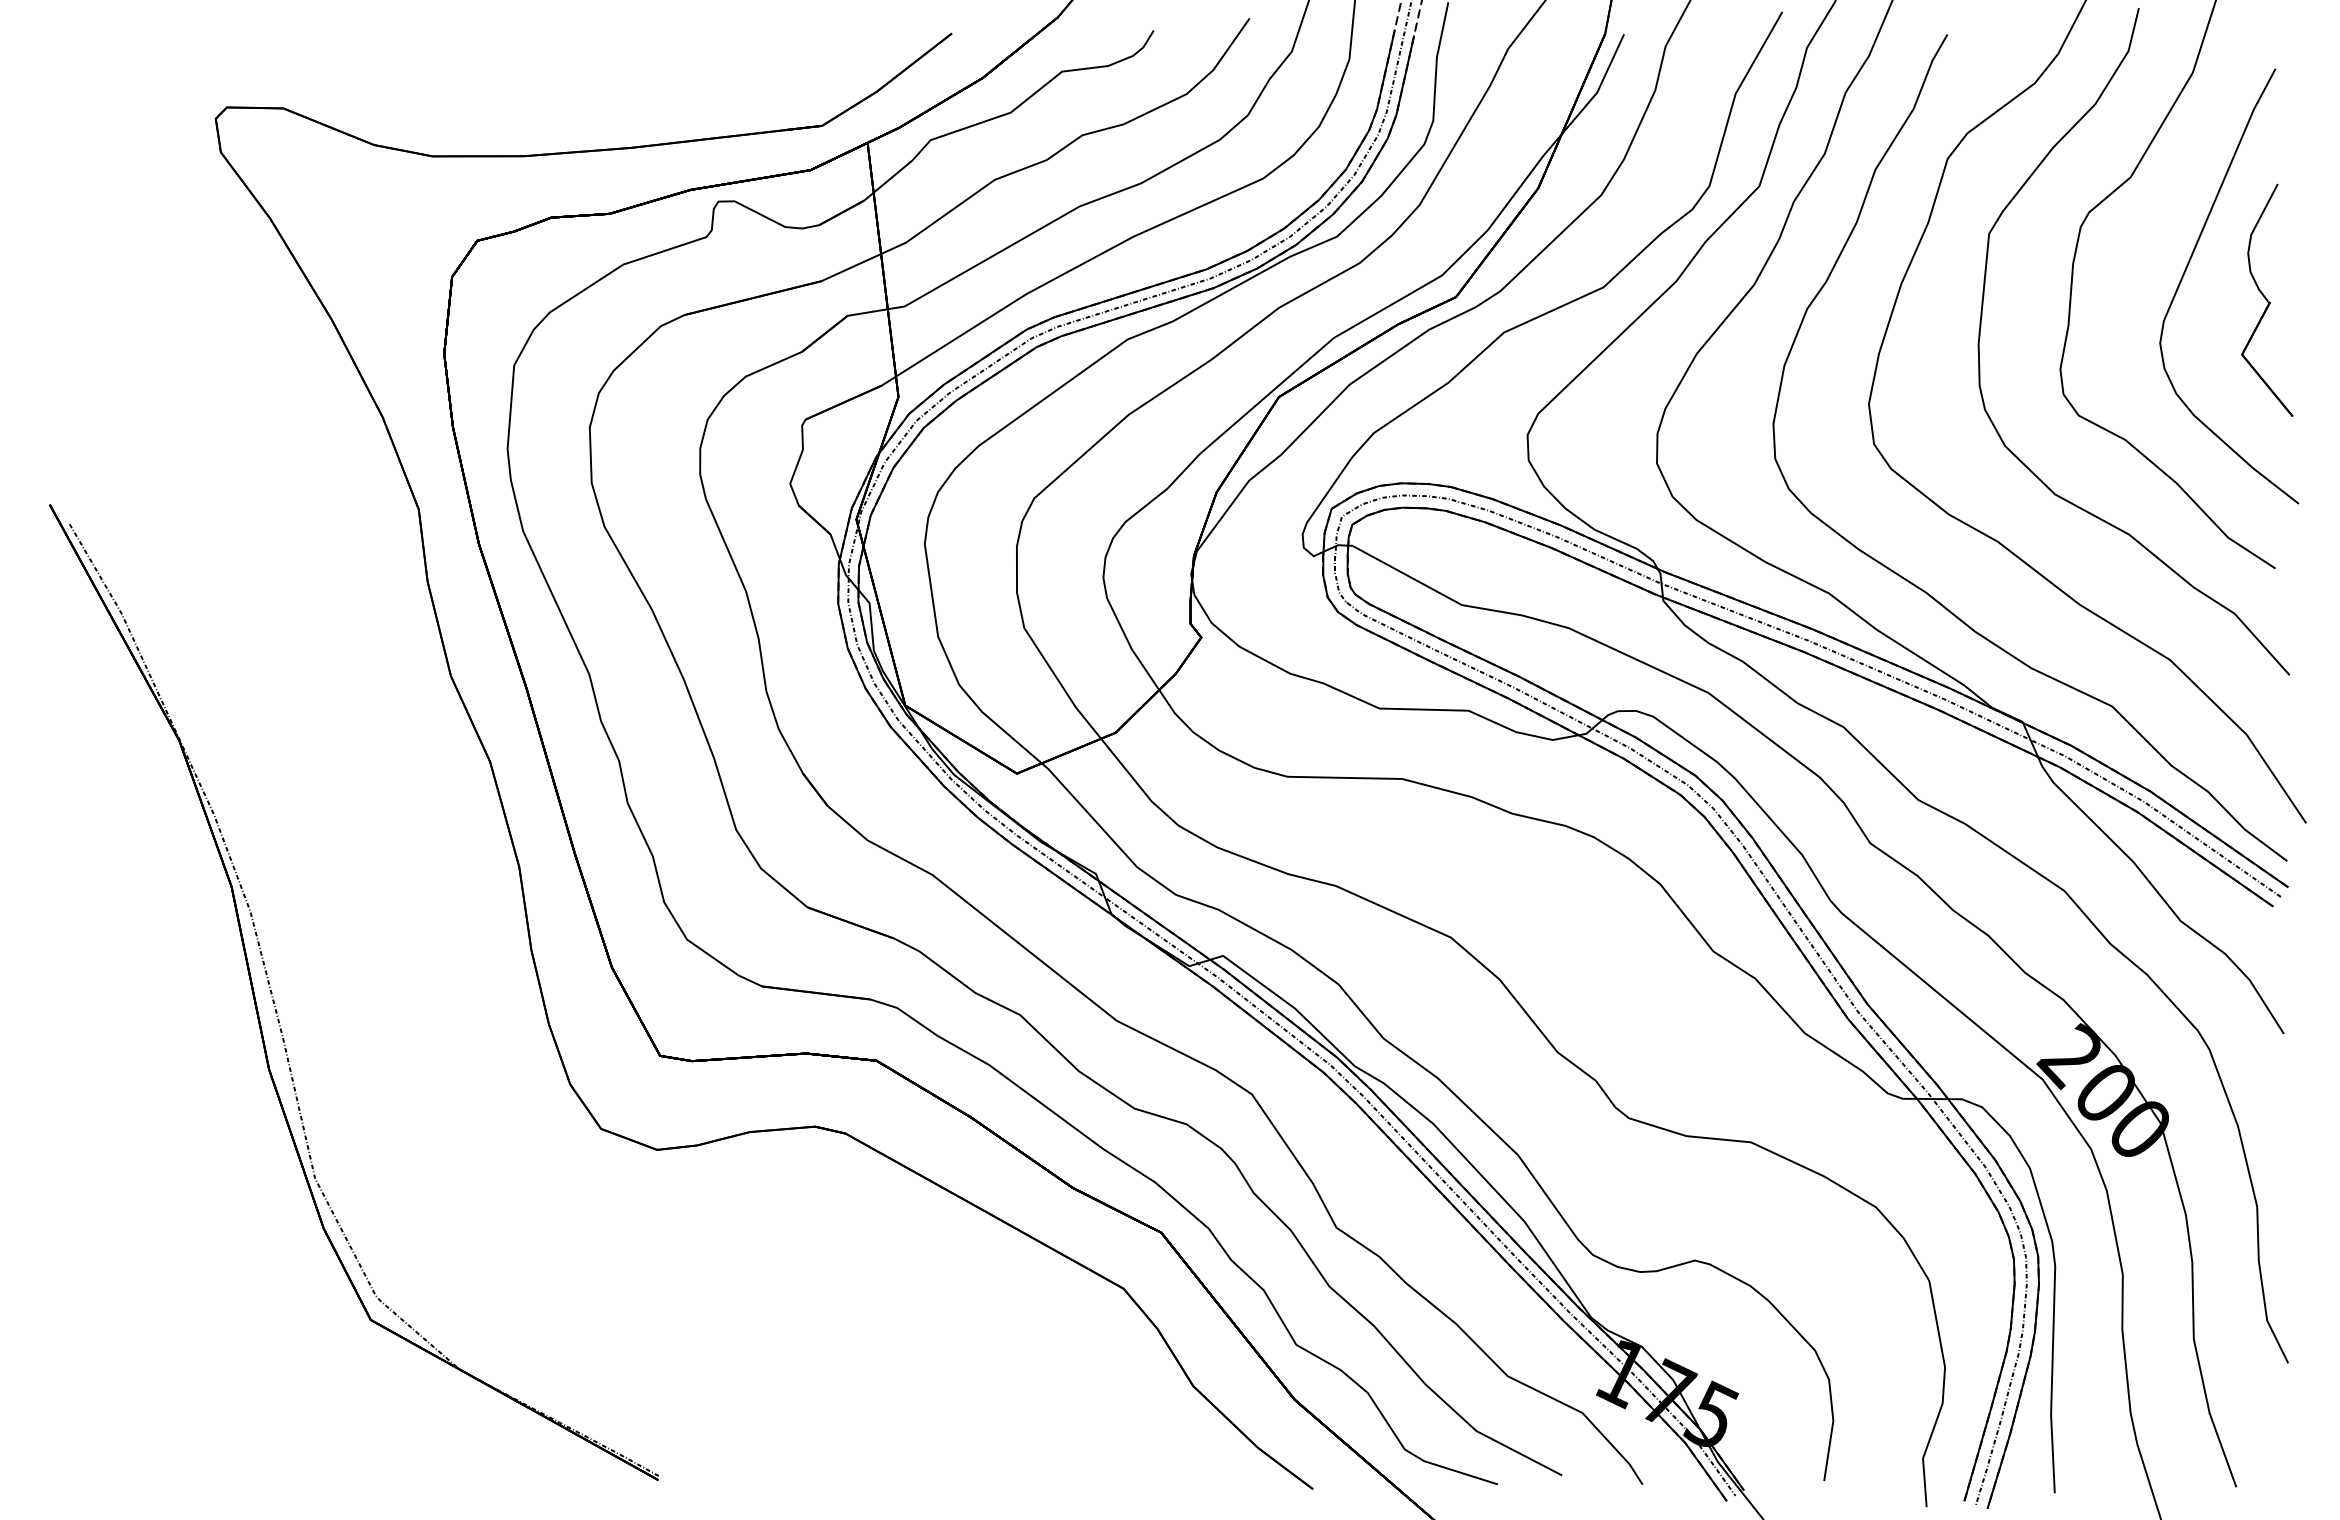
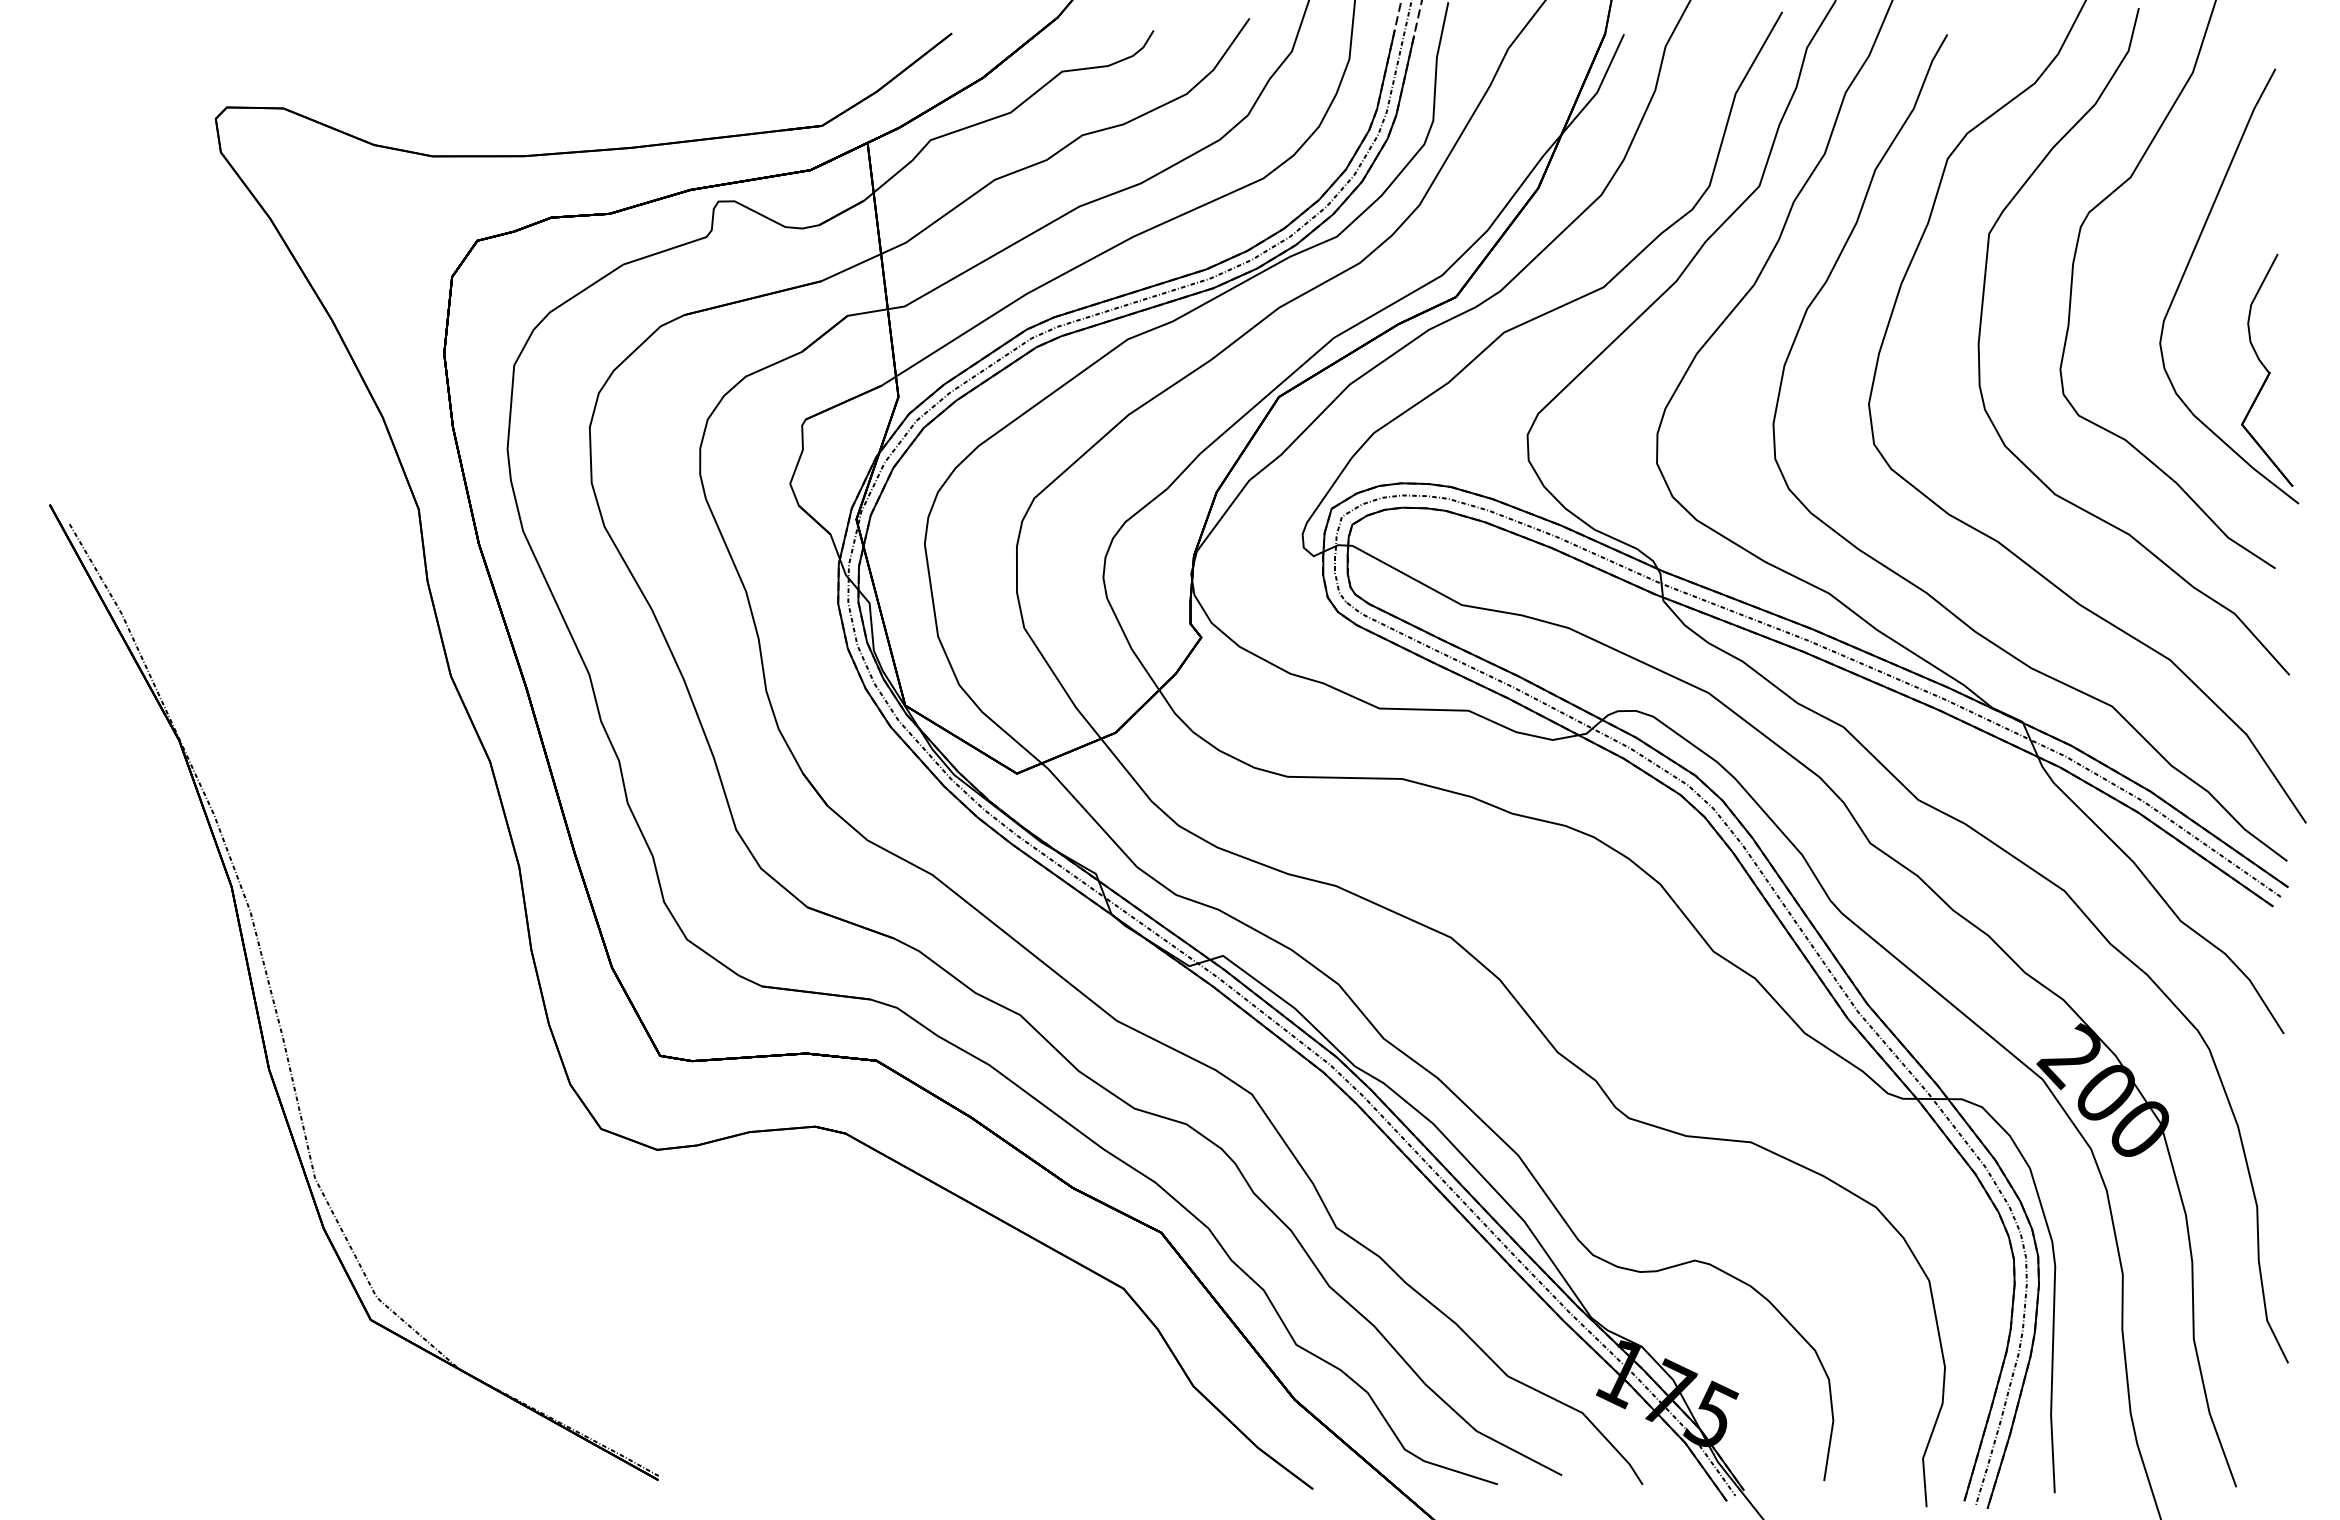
part at (2267, 299) position: (2267, 299) -> (2267, 369)
